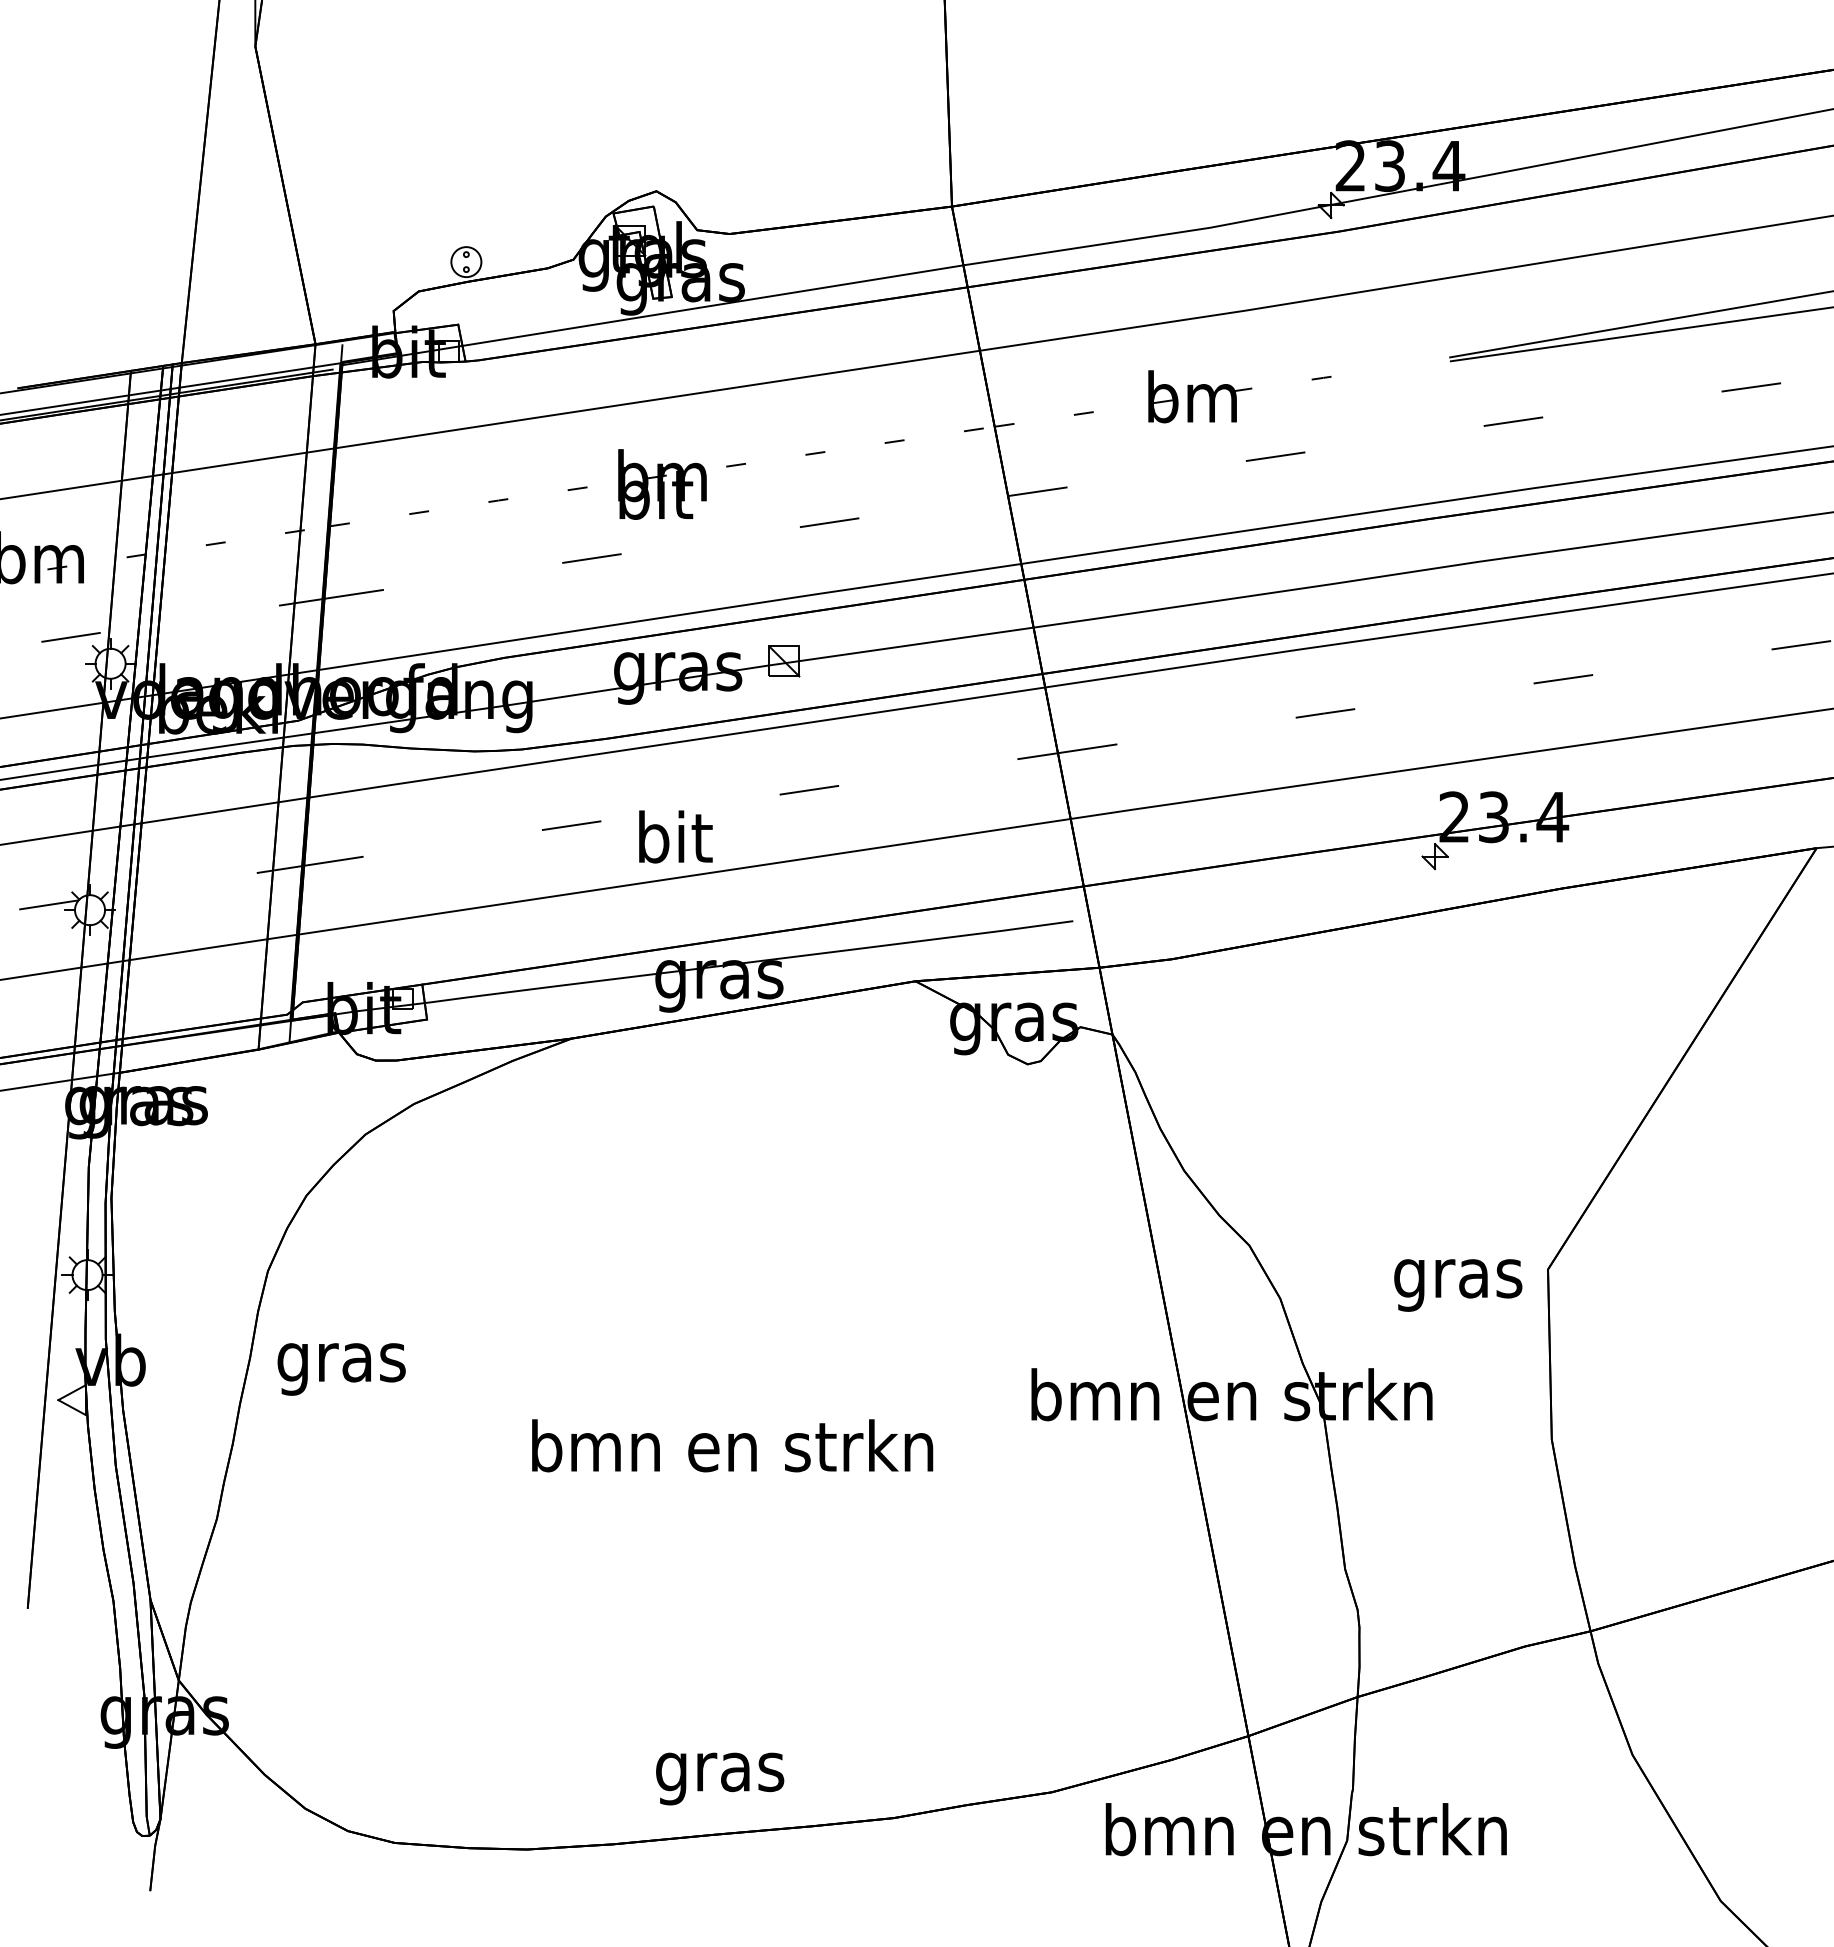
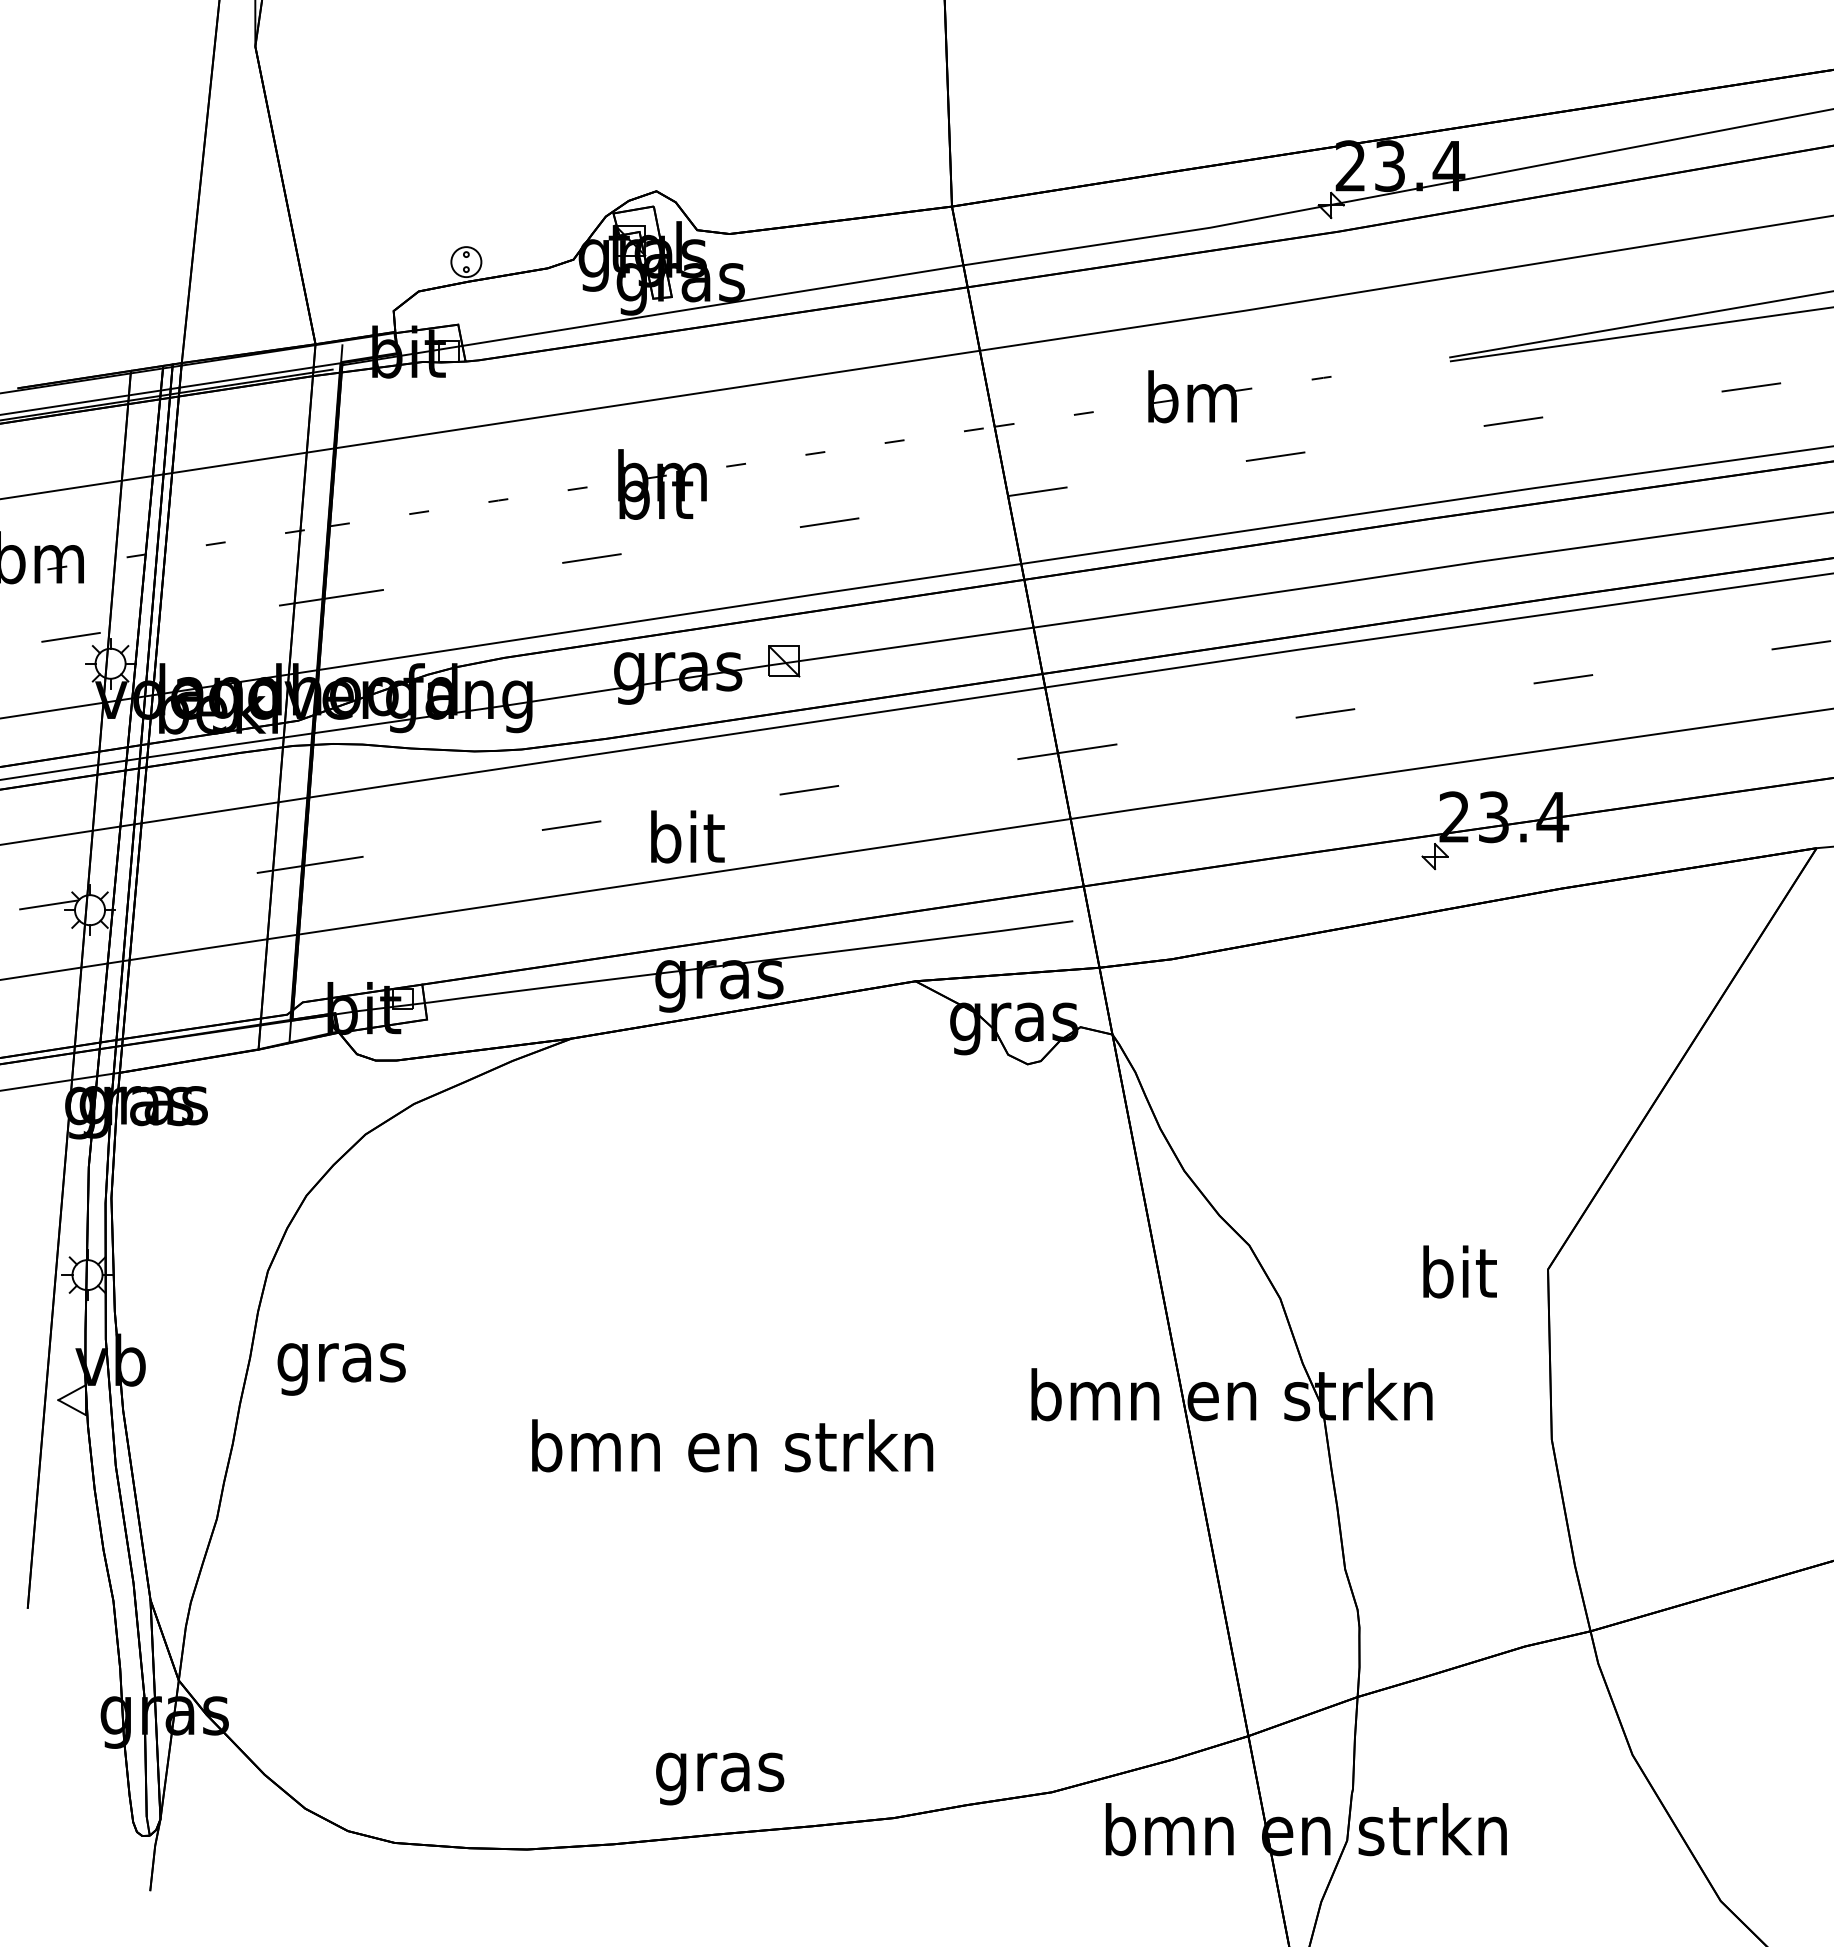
text at (675, 836) position: (675, 836) -> (687, 836)
text at (1458, 1278): gras -> bit
